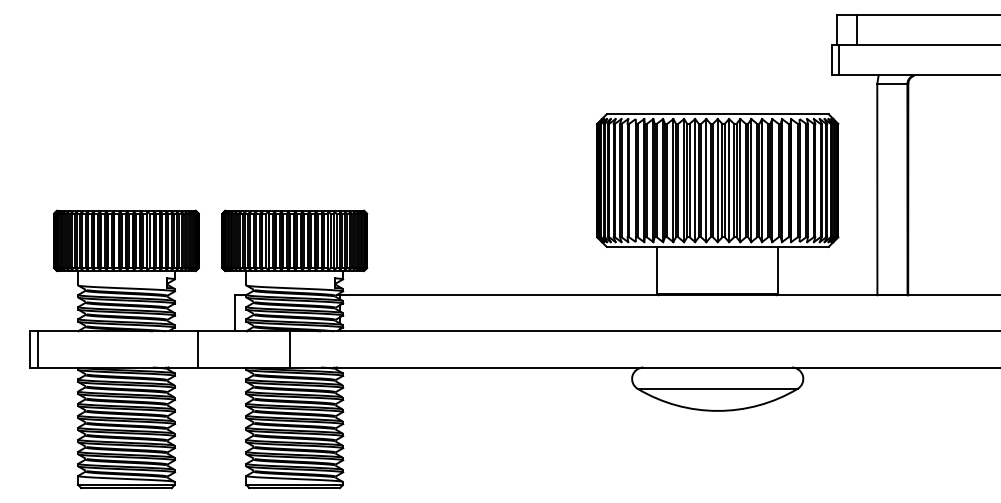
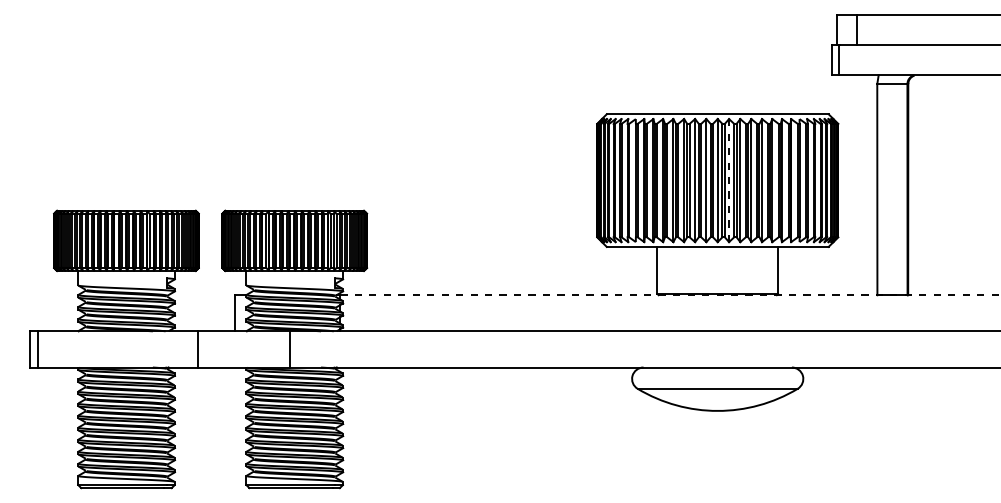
line at (729, 180): solid -> dashed
line at (670, 295): solid -> dashed
